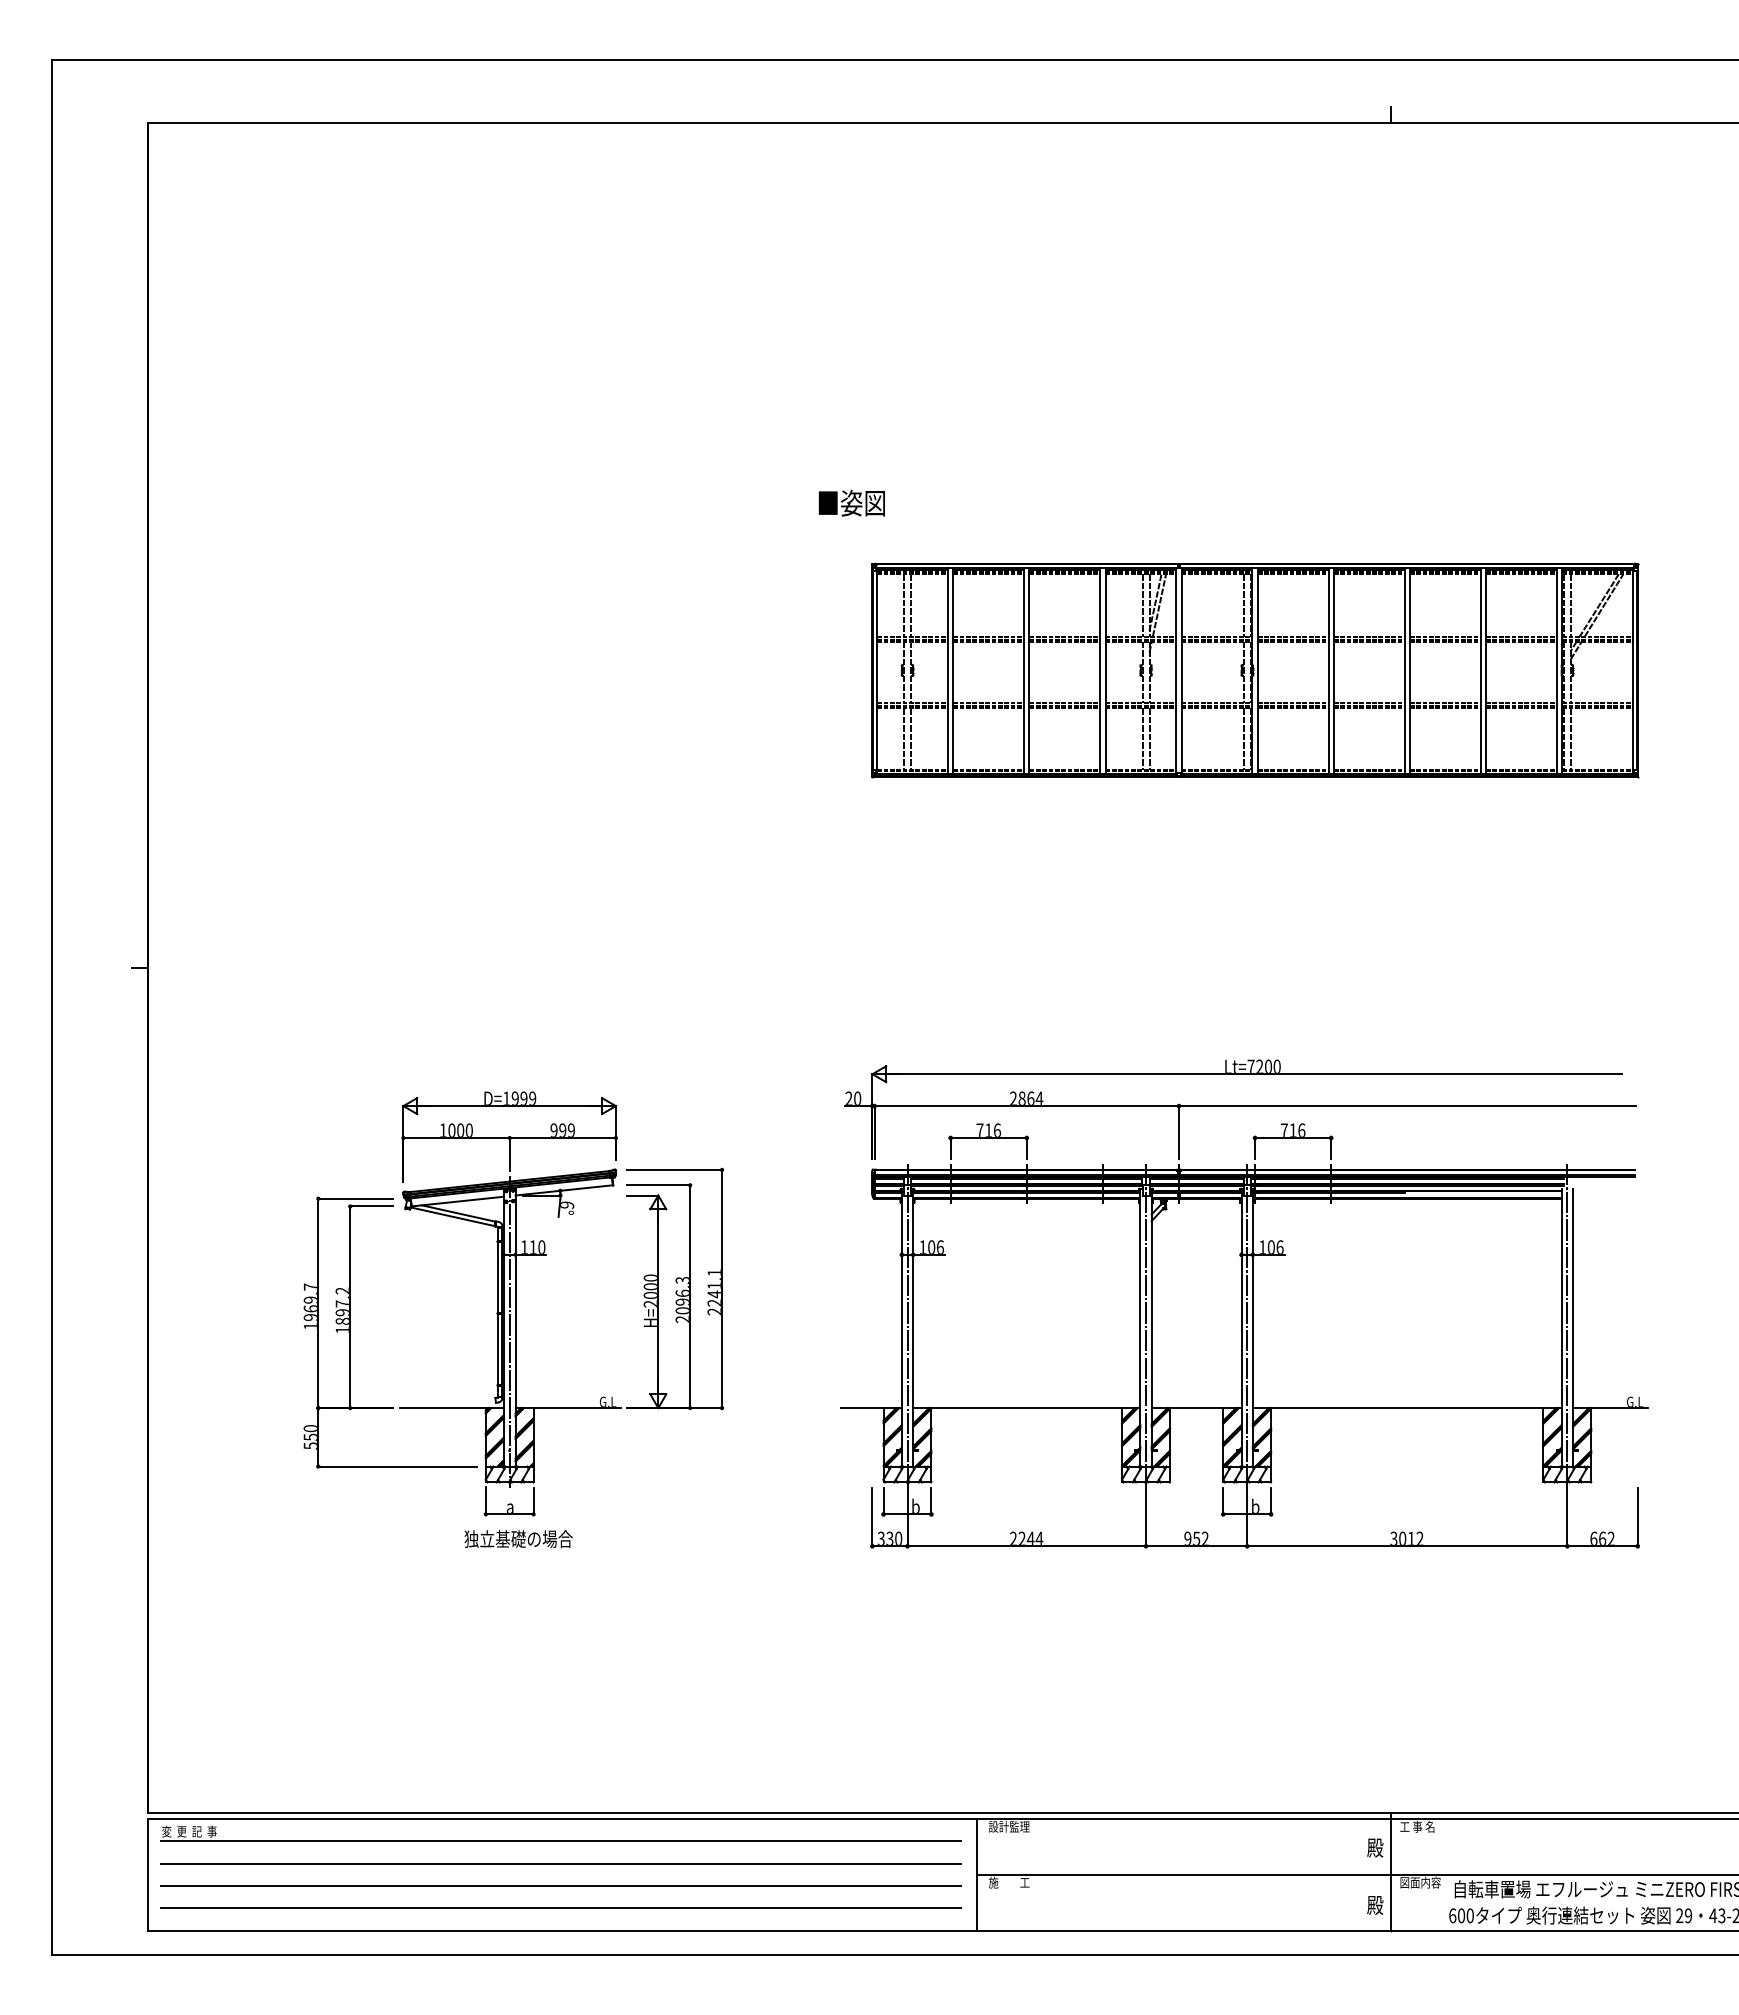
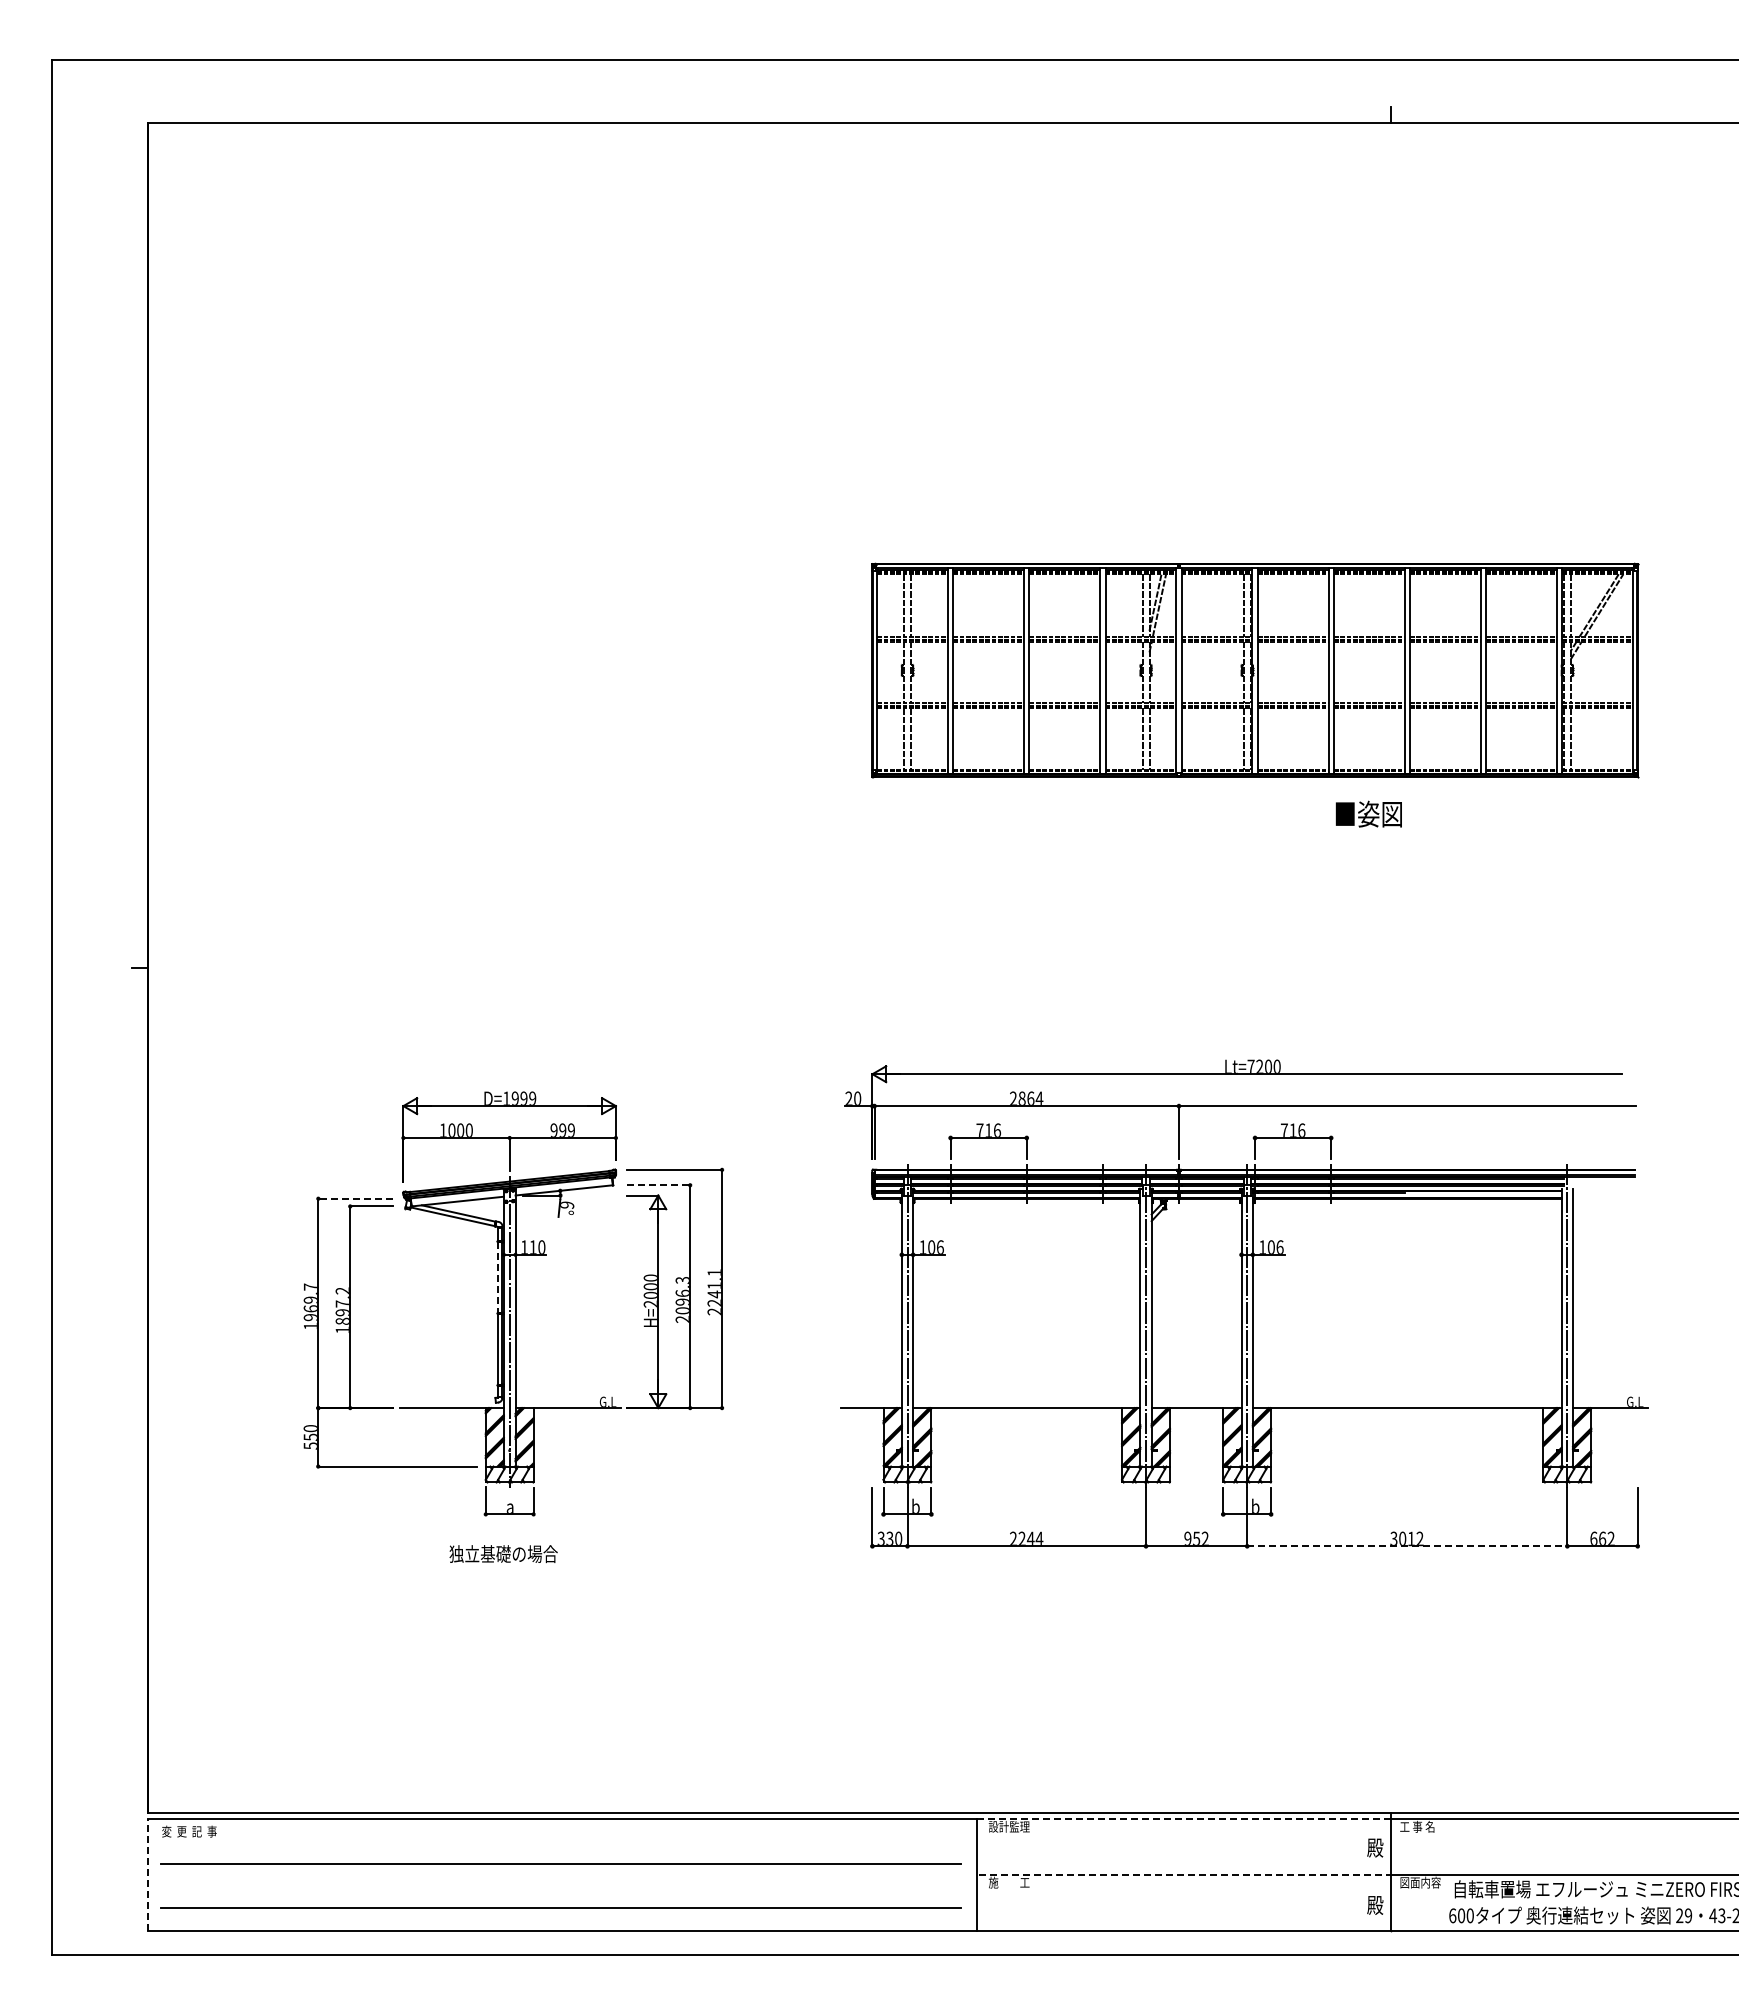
text at (851, 502) position: (851, 502) -> (1368, 813)
line at (658, 1185): solid -> dashed
line at (355, 1198): solid -> dashed
line at (497, 1278): solid -> dashed
text at (518, 1538) position: (518, 1538) -> (503, 1553)
line at (1407, 1546): solid -> dashed
line at (1183, 1819): solid -> dashed
line at (560, 1841): present -> none
line at (147, 1874): solid -> dashed
line at (1185, 1874): solid -> dashed
line at (560, 1885): present -> none
